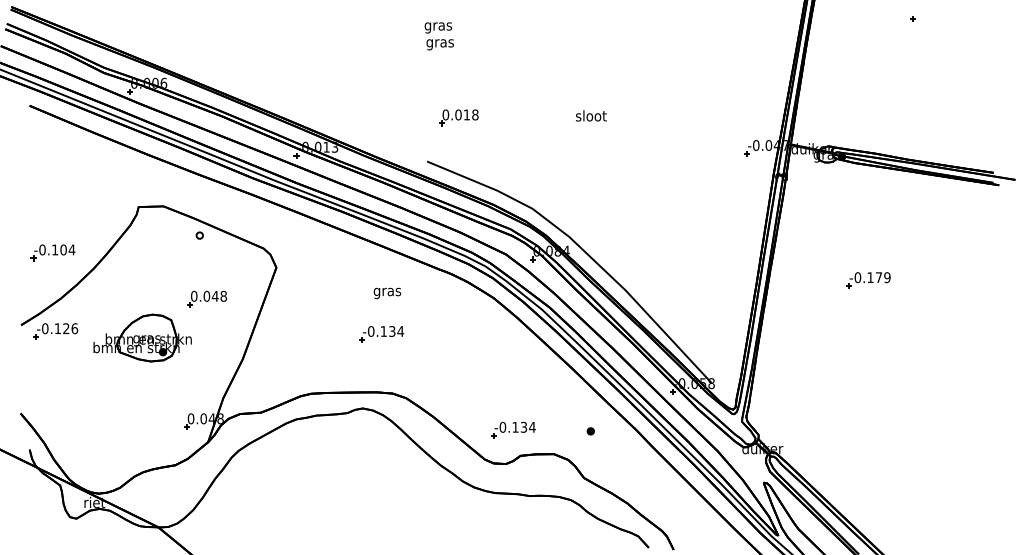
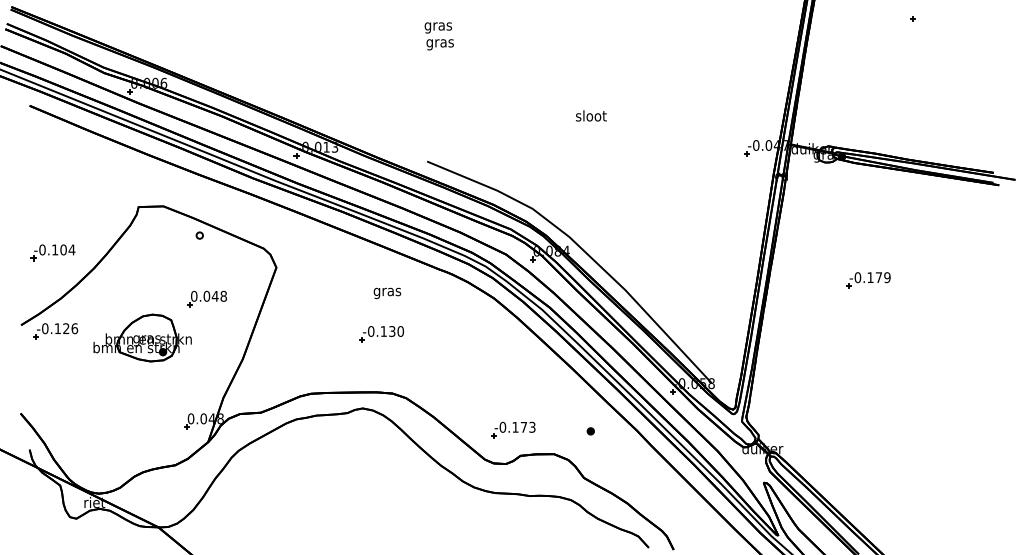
part at (458, 117): present -> none
text at (400, 331): -0.134 -> -0.130
text at (527, 426): -0.134 -> -0.173
